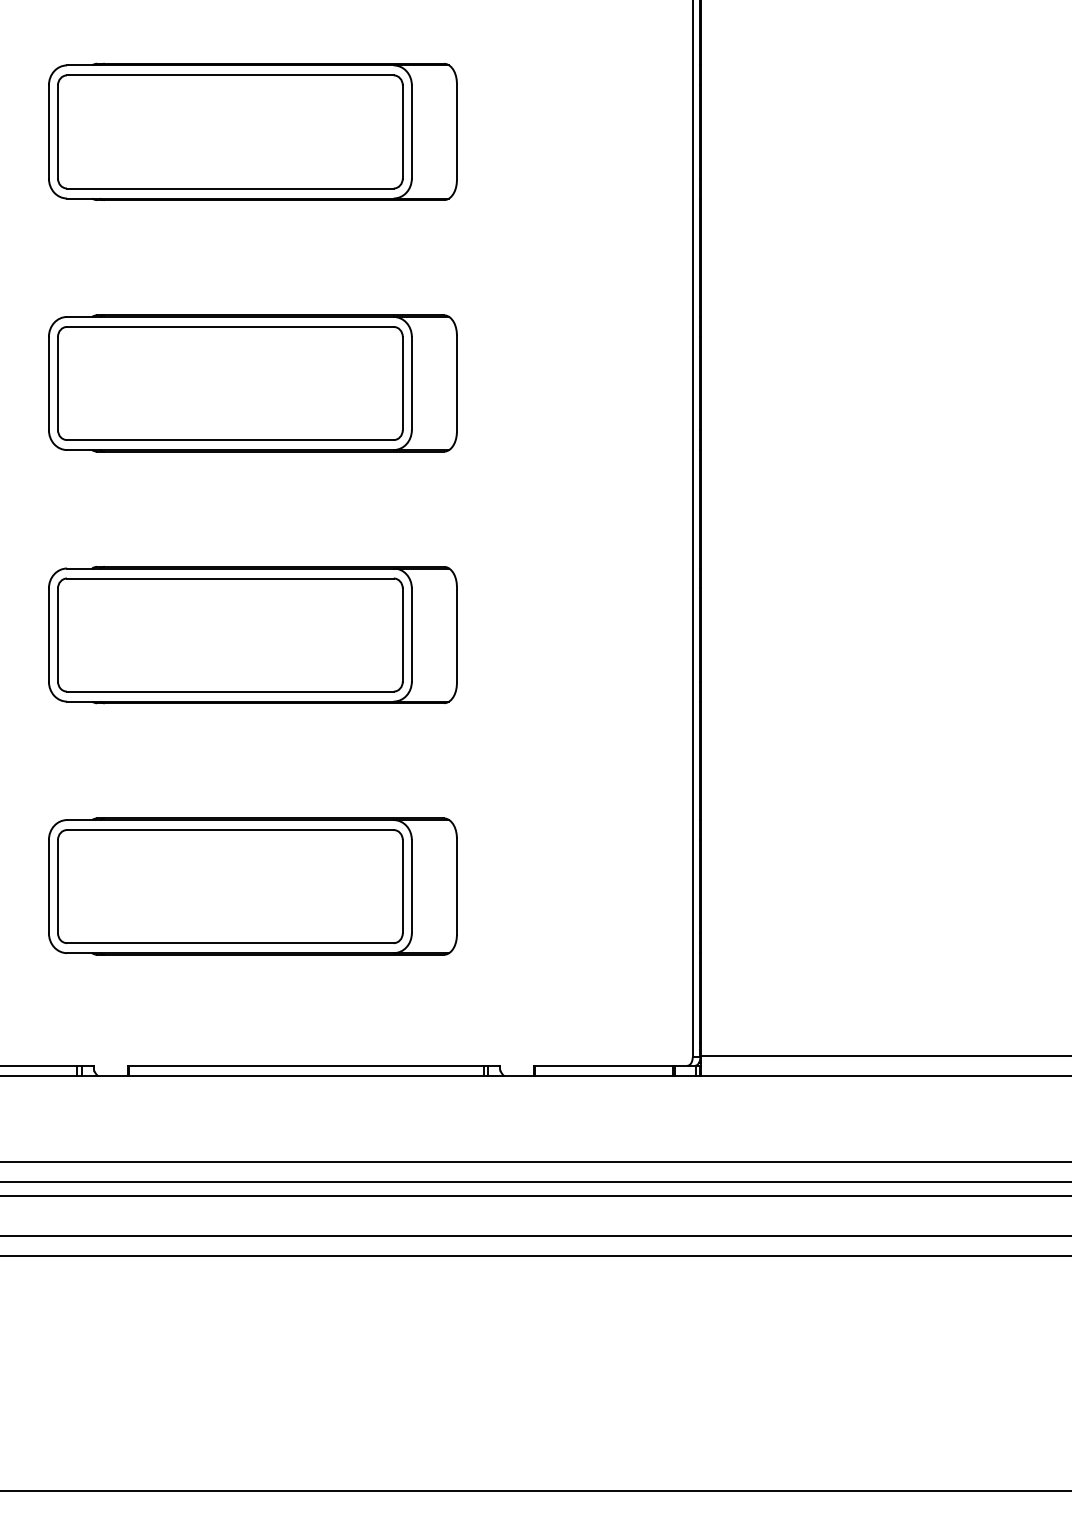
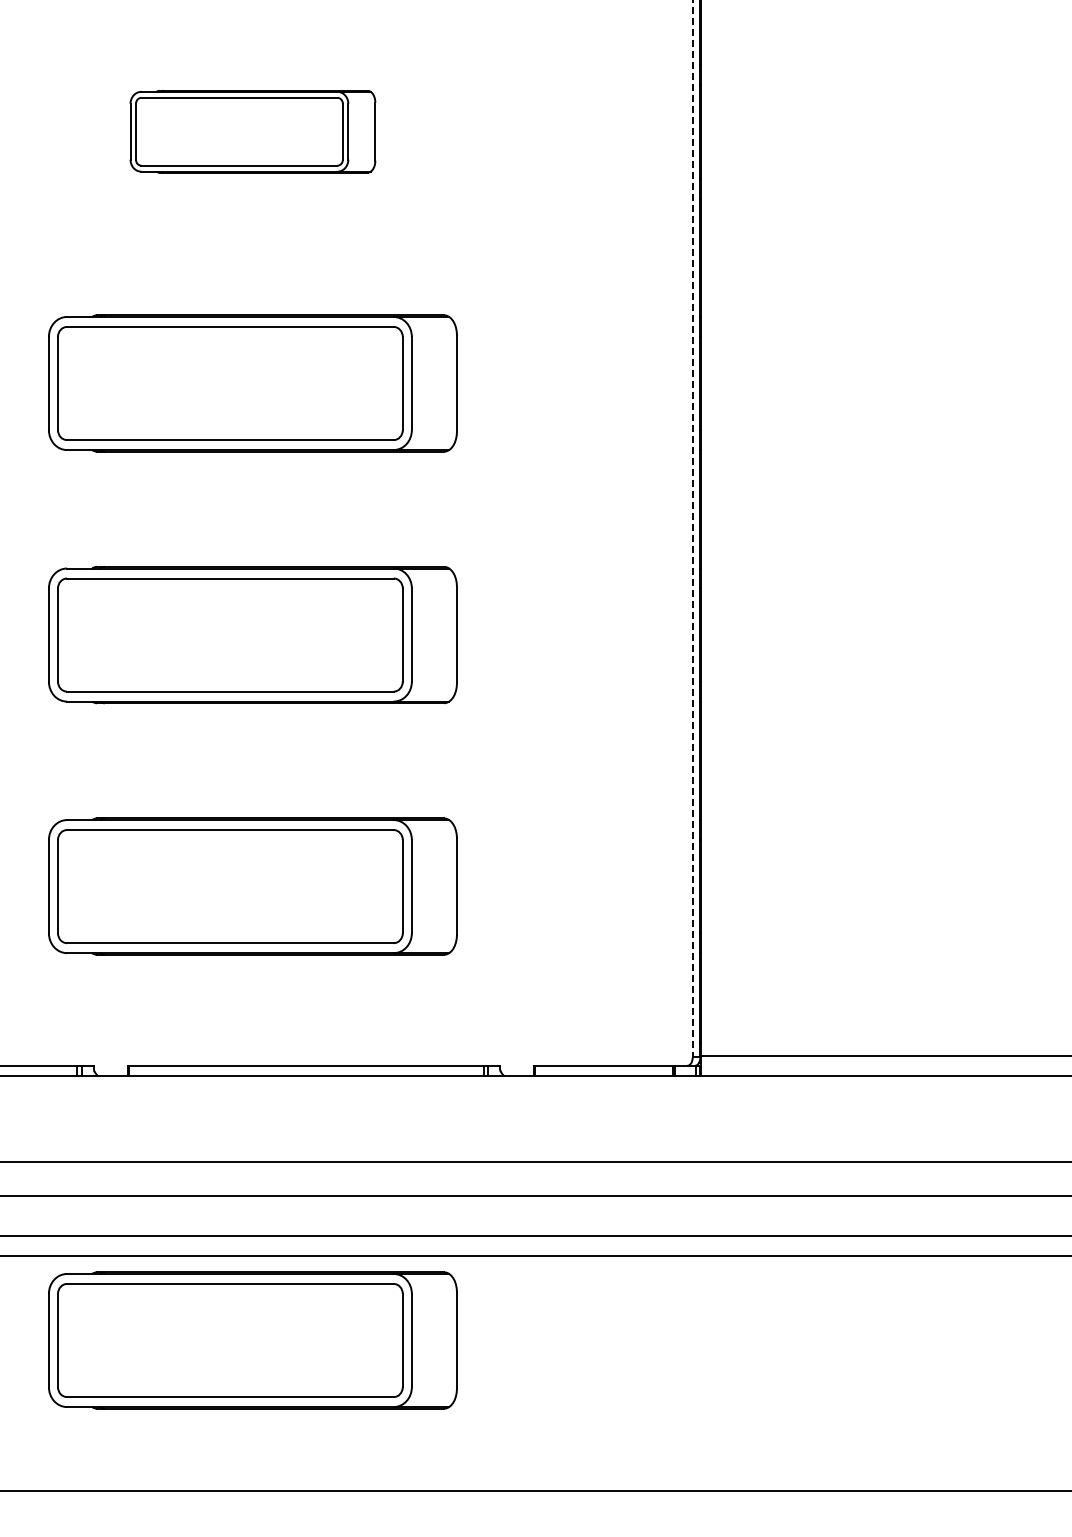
part at (252, 131) size: 410x139 px -> 248x84 px
line at (692, 529): solid -> dashed
line at (535, 1182): present -> none
part at (252, 1340): none -> present
